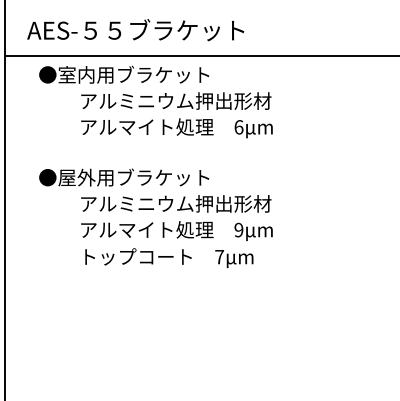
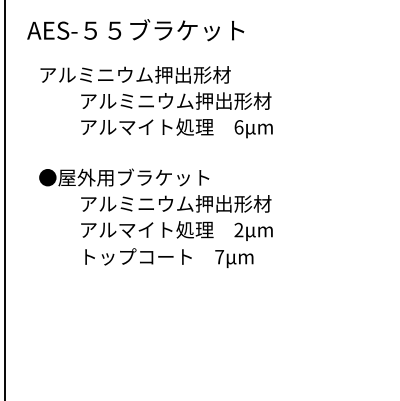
line at (201, 56): present -> none
text at (134, 74): ●室内用ブラケット -> アルミニウム押出形材
text at (238, 230): 9 -> 2
